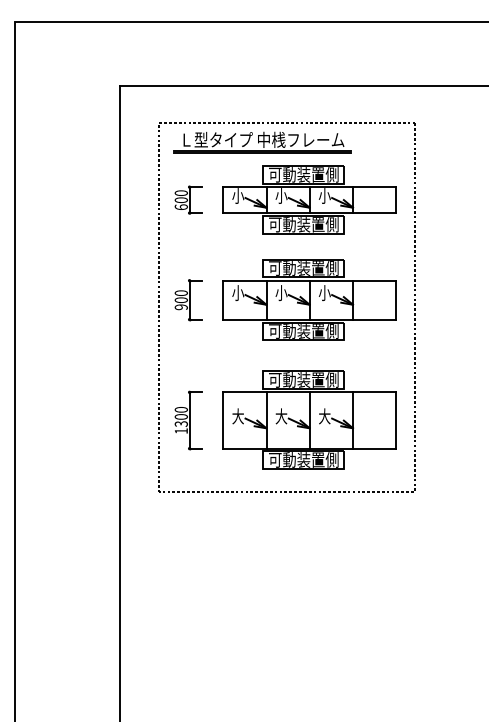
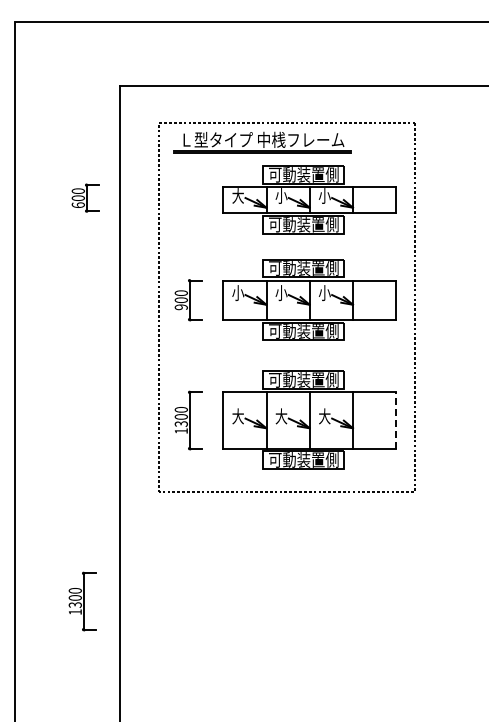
text at (238, 197): 小 -> 大
part at (188, 199) position: (188, 199) -> (85, 197)
line at (396, 419): solid -> dashed
part at (82, 601): none -> present
